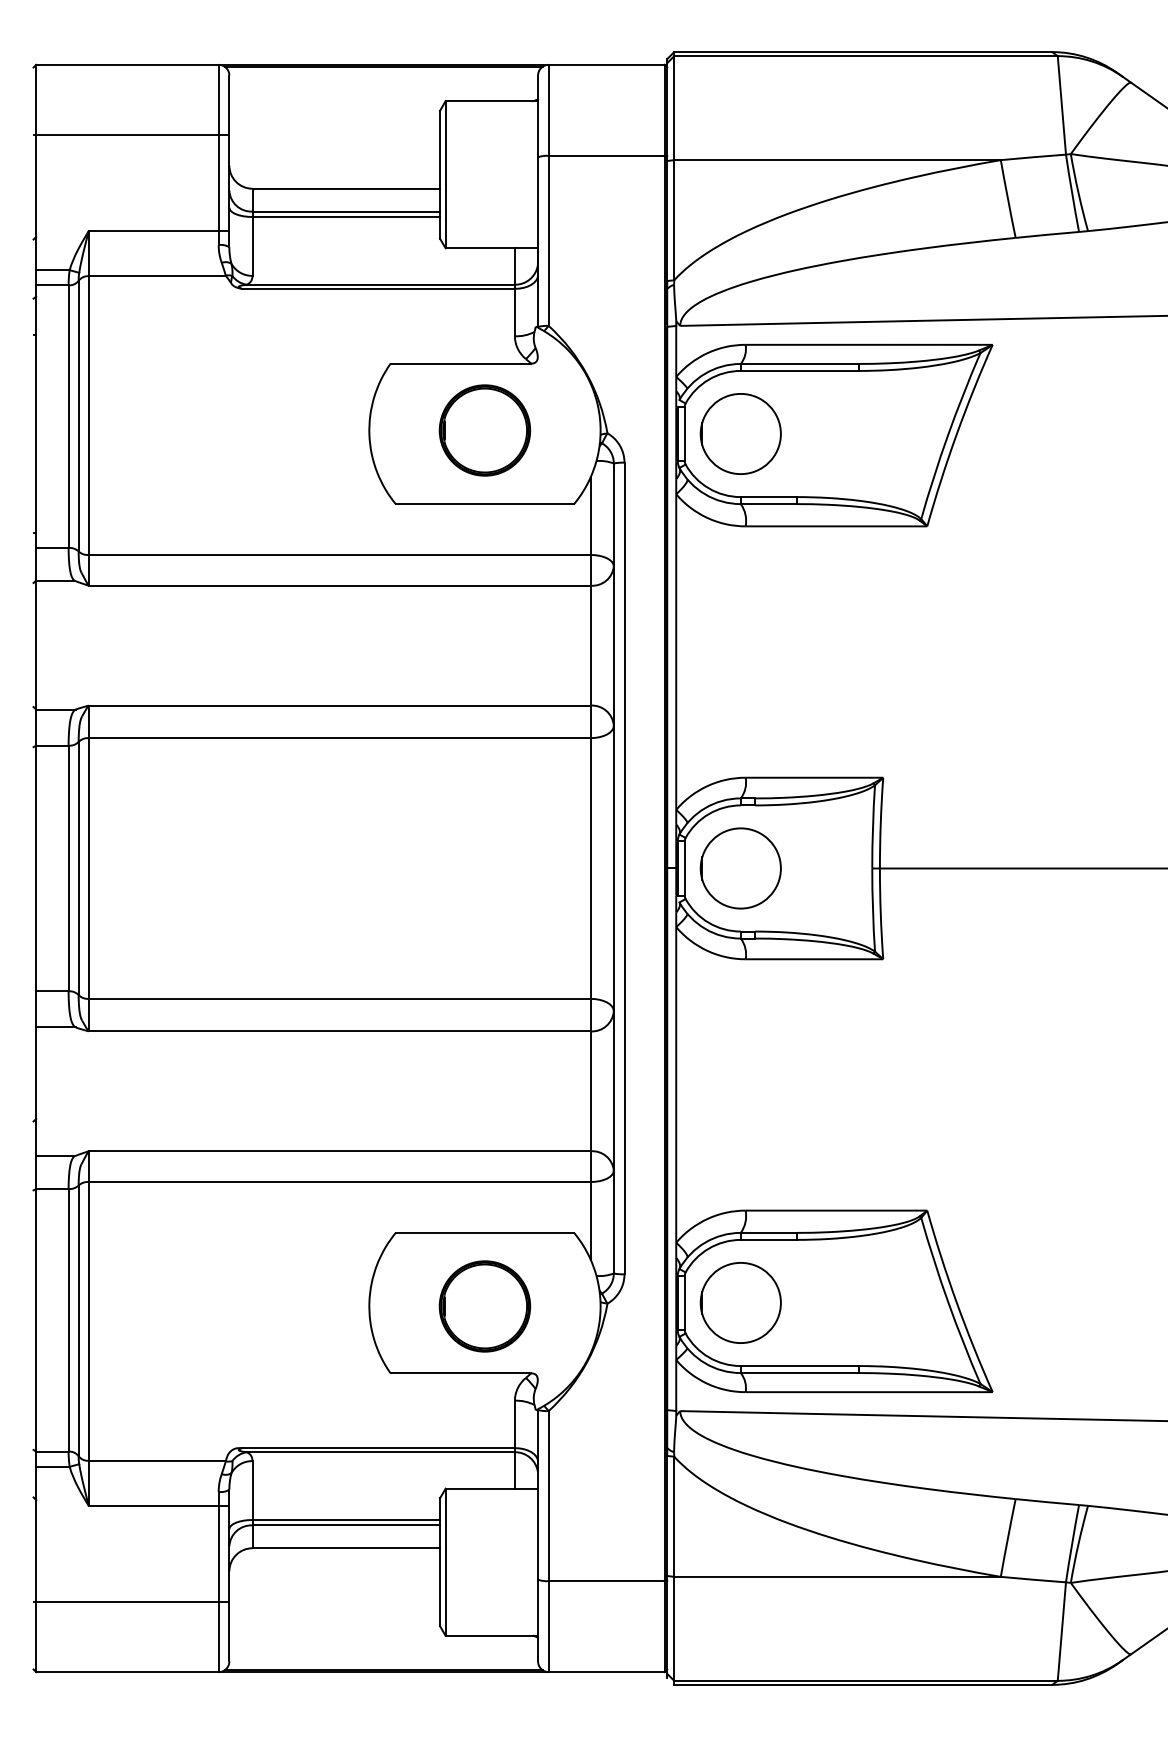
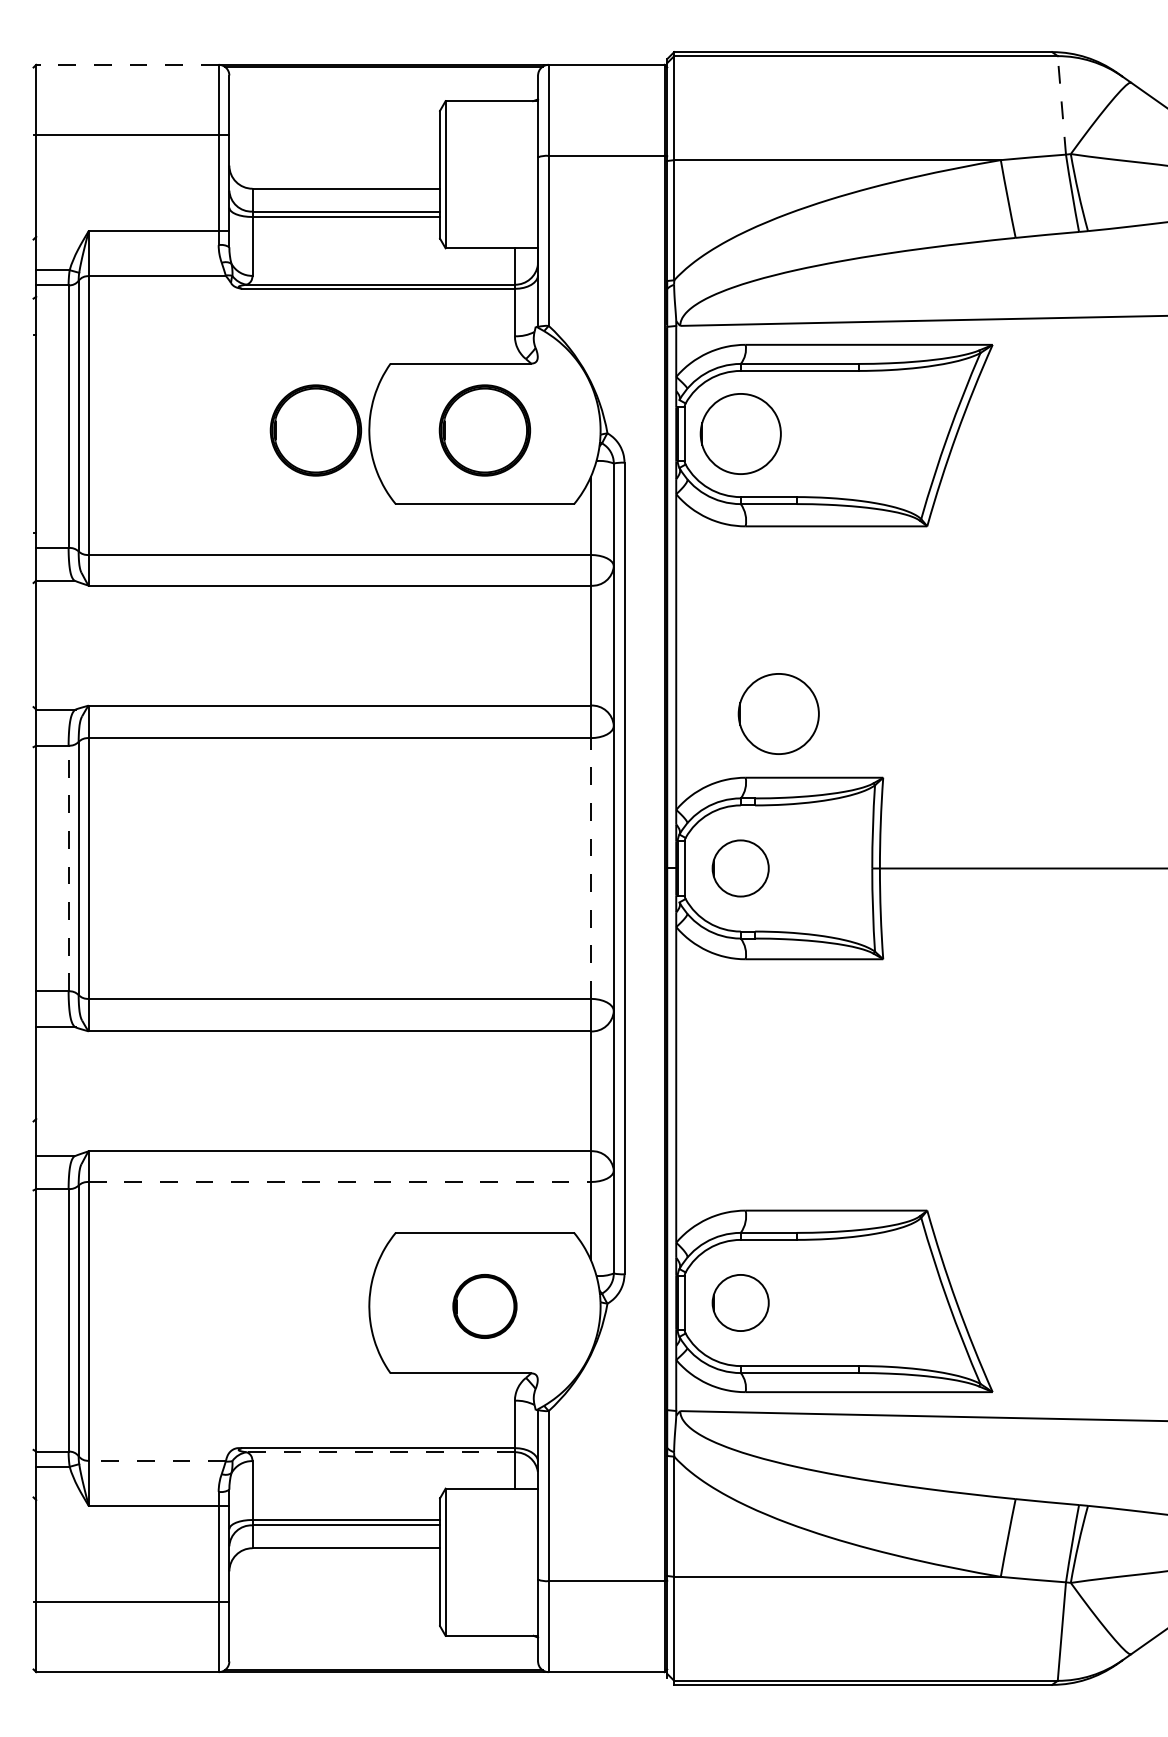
line at (126, 64): solid -> dashed
line at (1061, 104): solid -> dashed
part at (315, 430): none -> present
circle at (778, 713): none -> present
line at (590, 867): solid -> dashed
line at (68, 868): solid -> dashed
circle at (740, 868) size: 83x83 px -> 59x59 px
line at (339, 1182): solid -> dashed
circle at (740, 1302) size: 83x82 px -> 59x58 px
part at (484, 1306) size: 94x93 px -> 66x65 px
line at (380, 1452): solid -> dashed
line at (157, 1460): solid -> dashed
